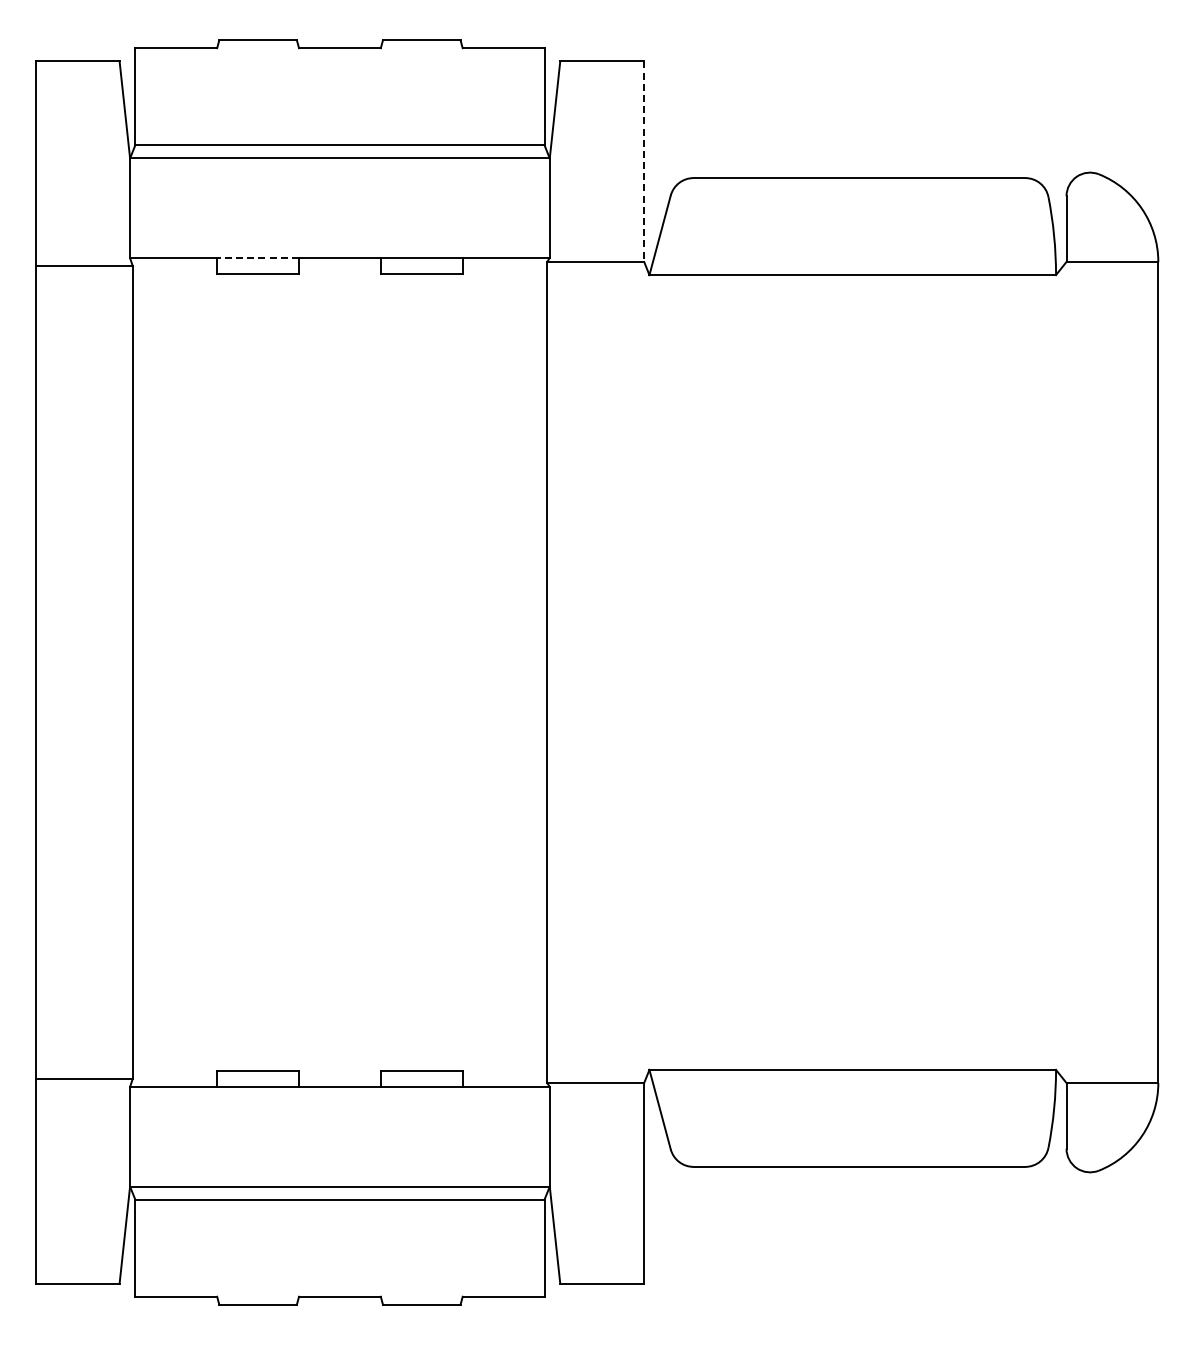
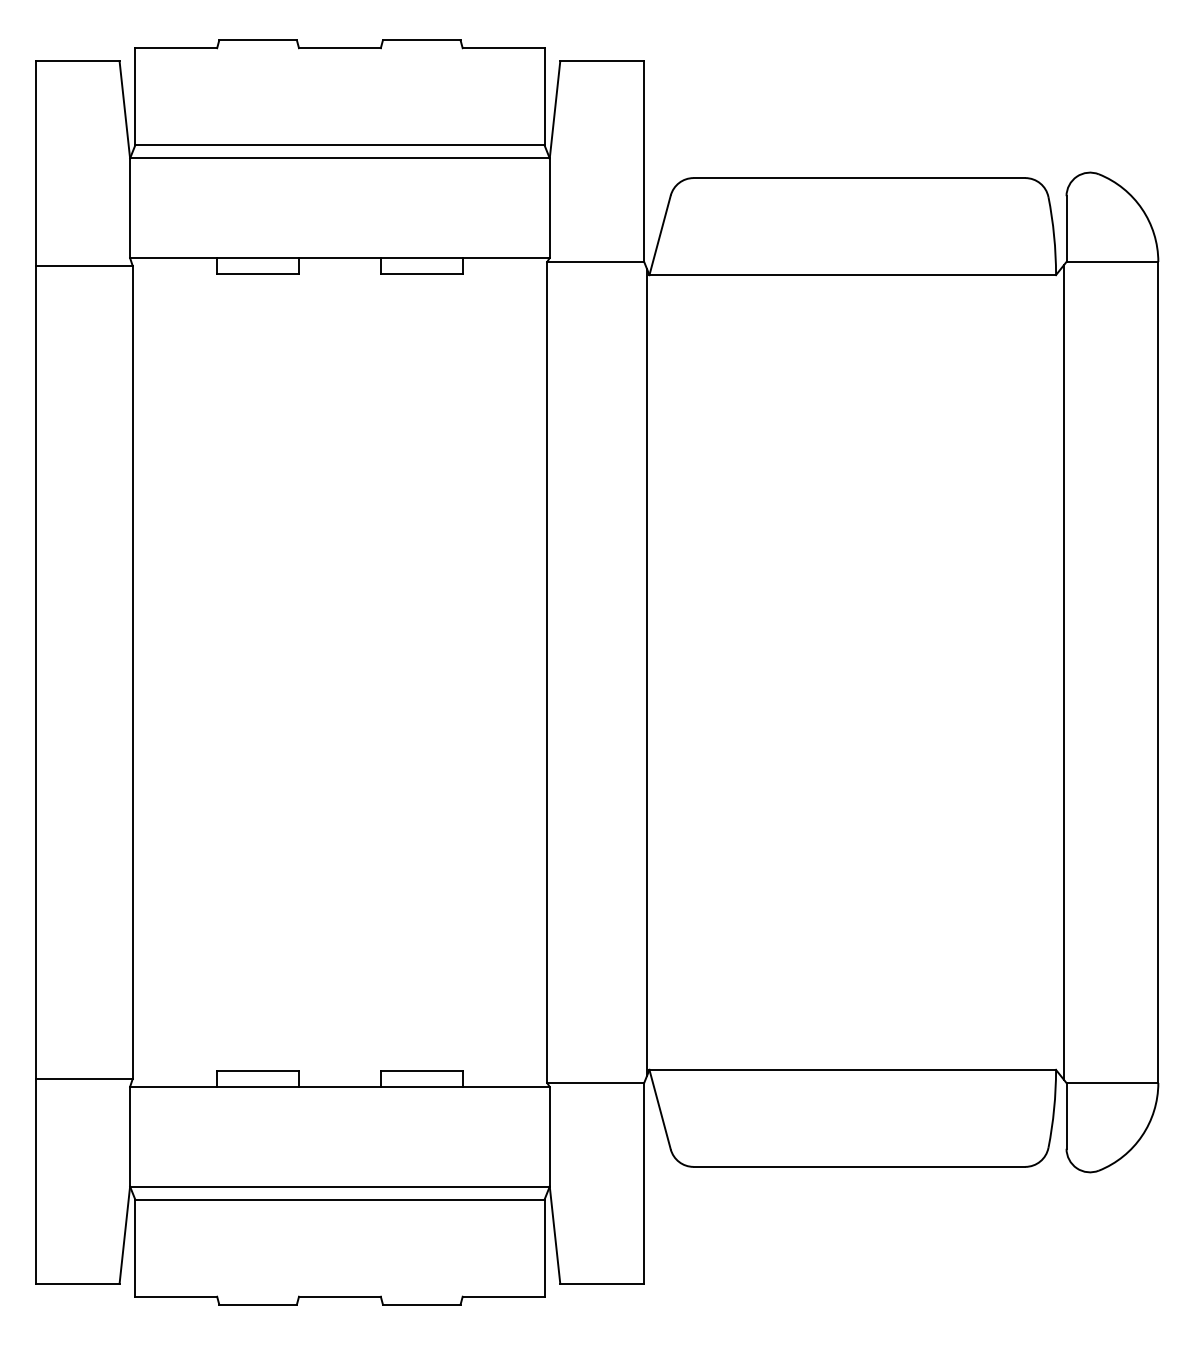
line at (644, 162): dashed -> solid
line at (258, 258): dashed -> solid
line at (646, 672): none -> present
line at (1063, 672): none -> present
